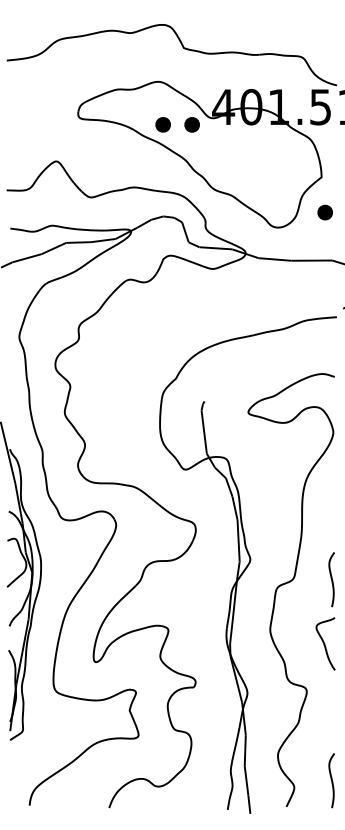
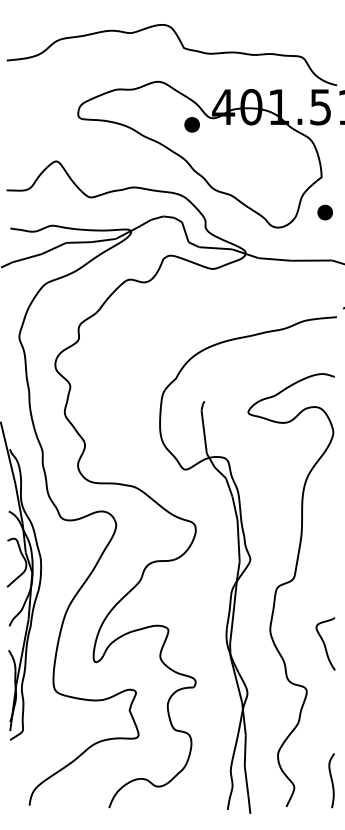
part at (162, 124): present -> none
curve at (331, 579): present -> none
